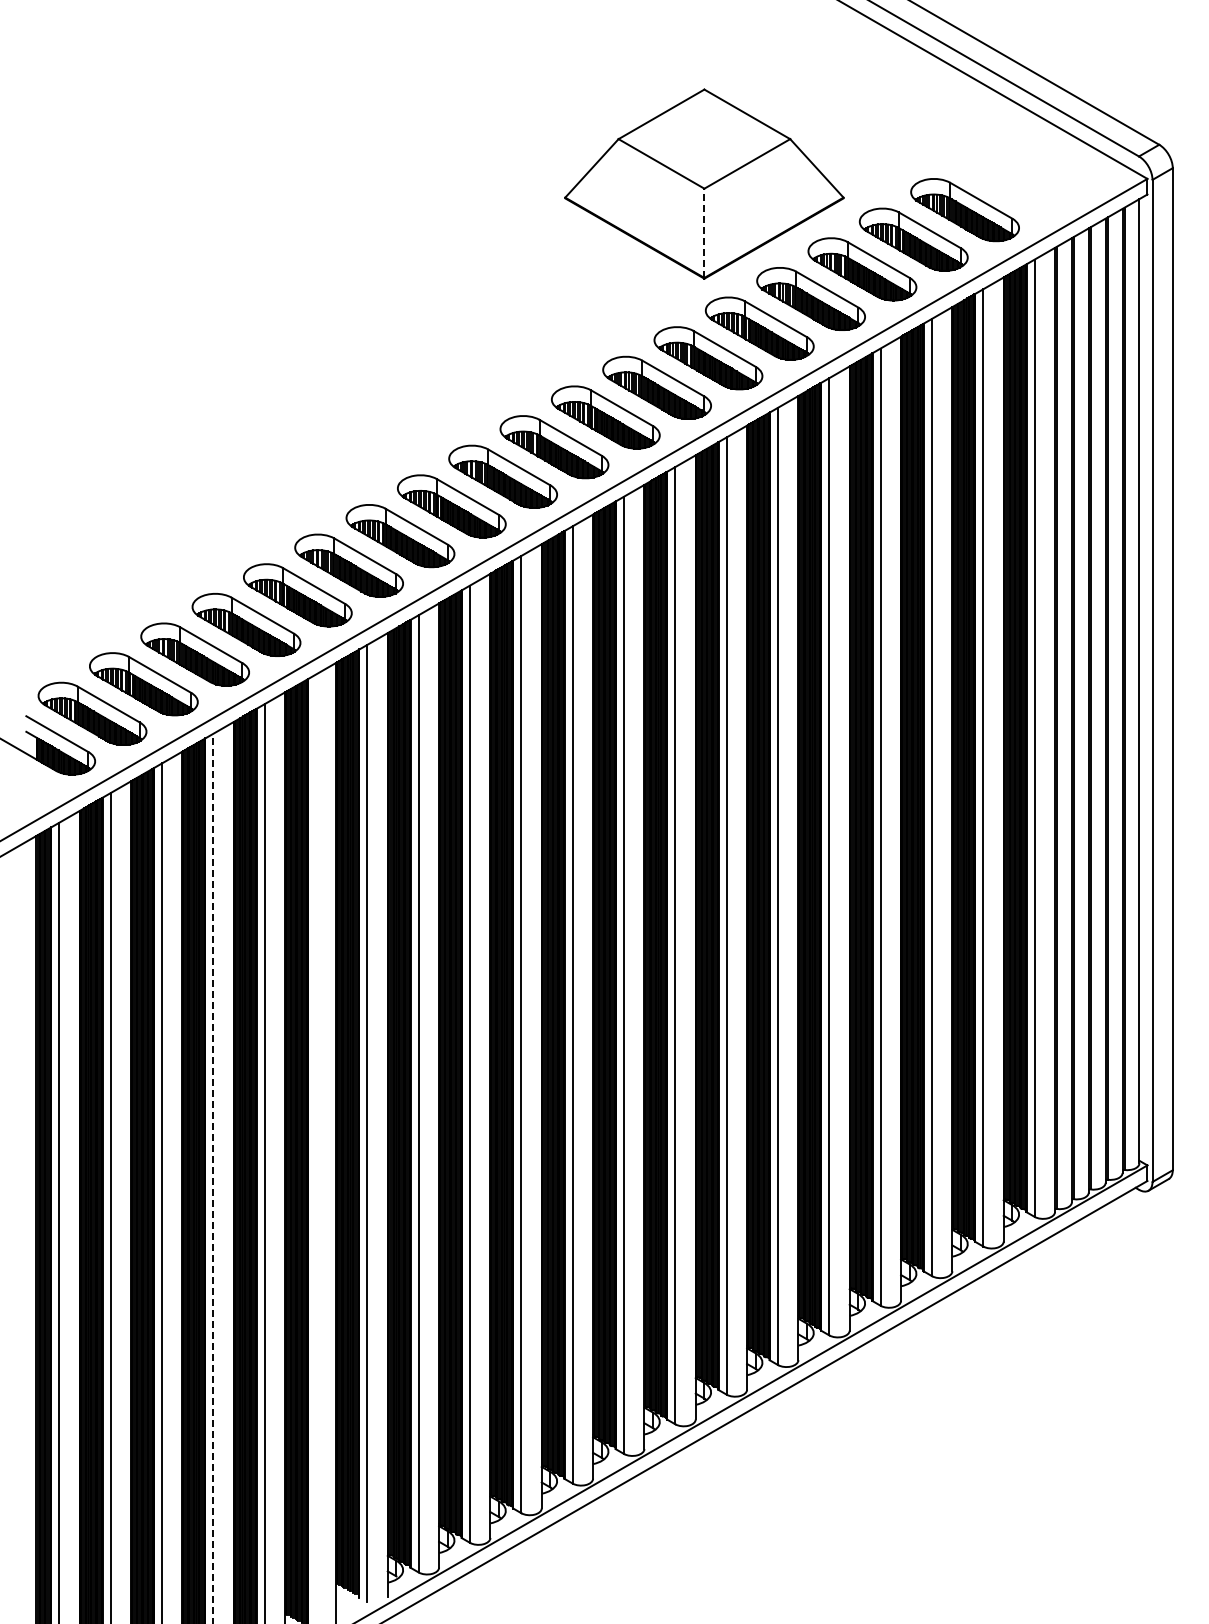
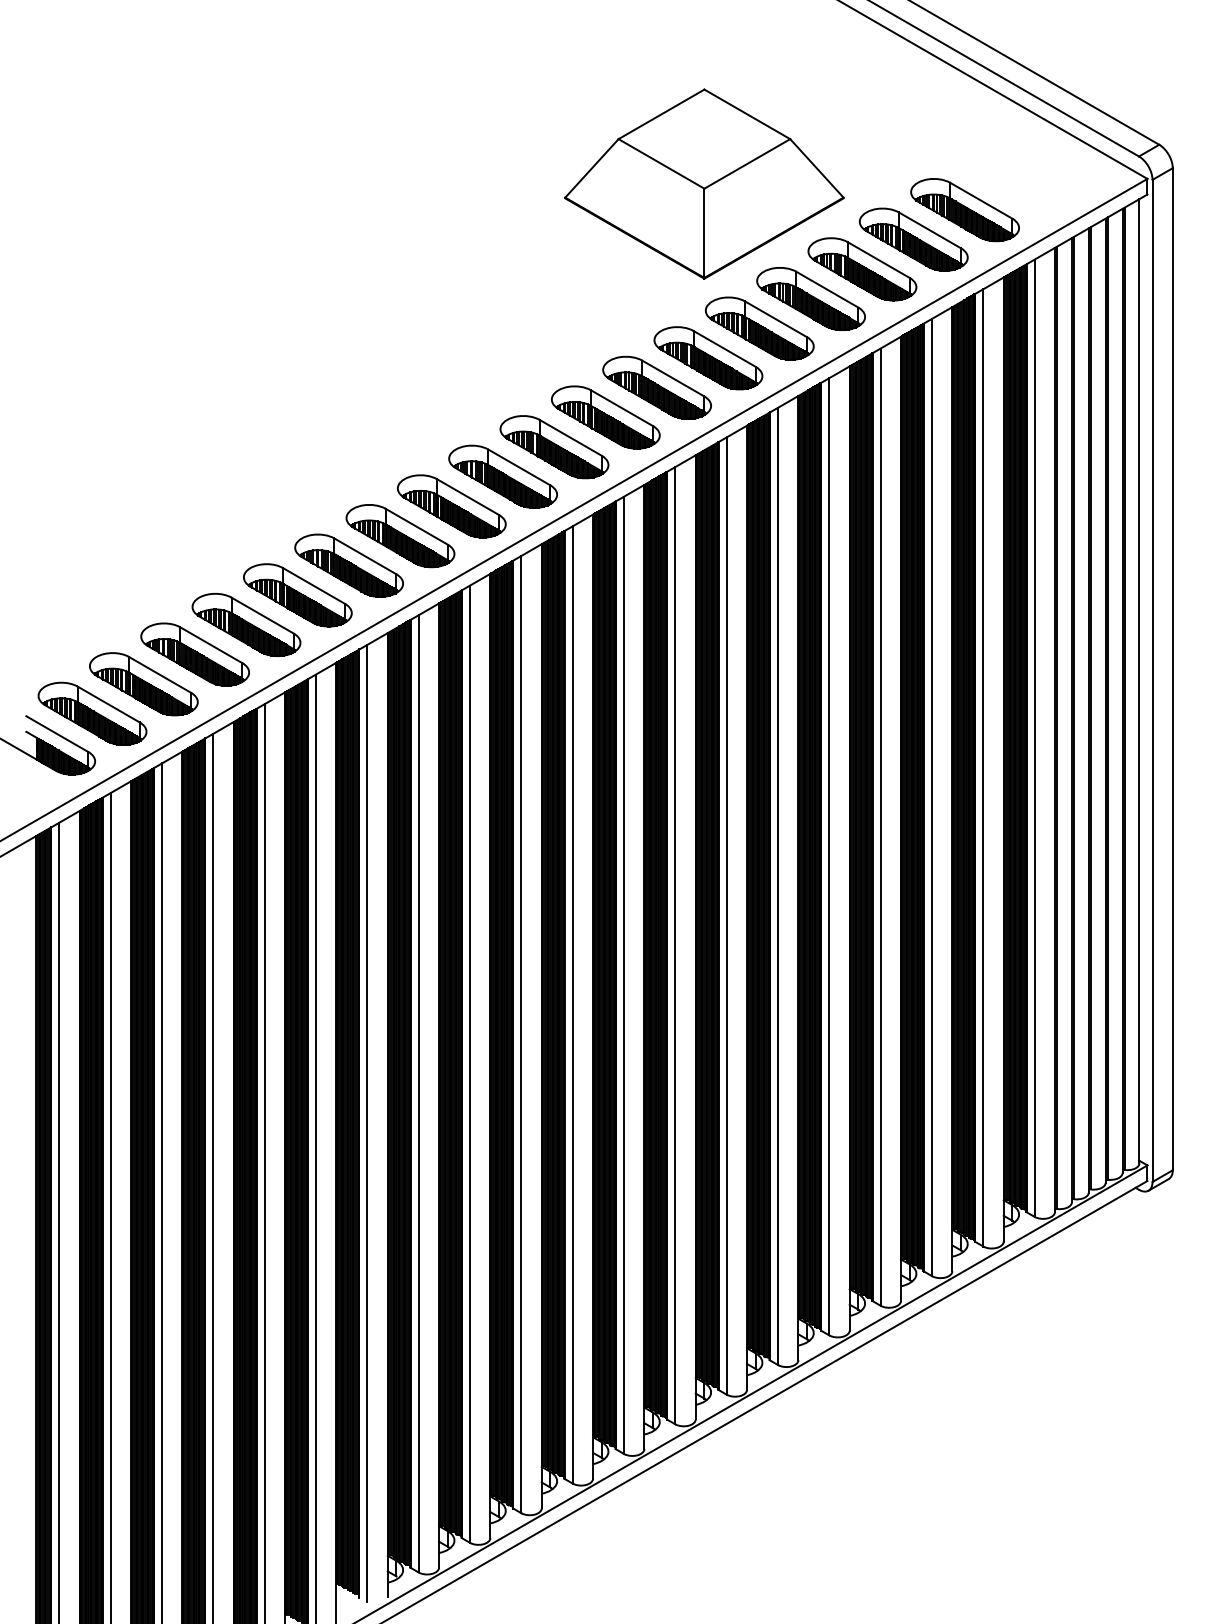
line at (704, 233): dashed -> solid
line at (316, 1147): none -> present
line at (213, 1178): dashed -> solid
